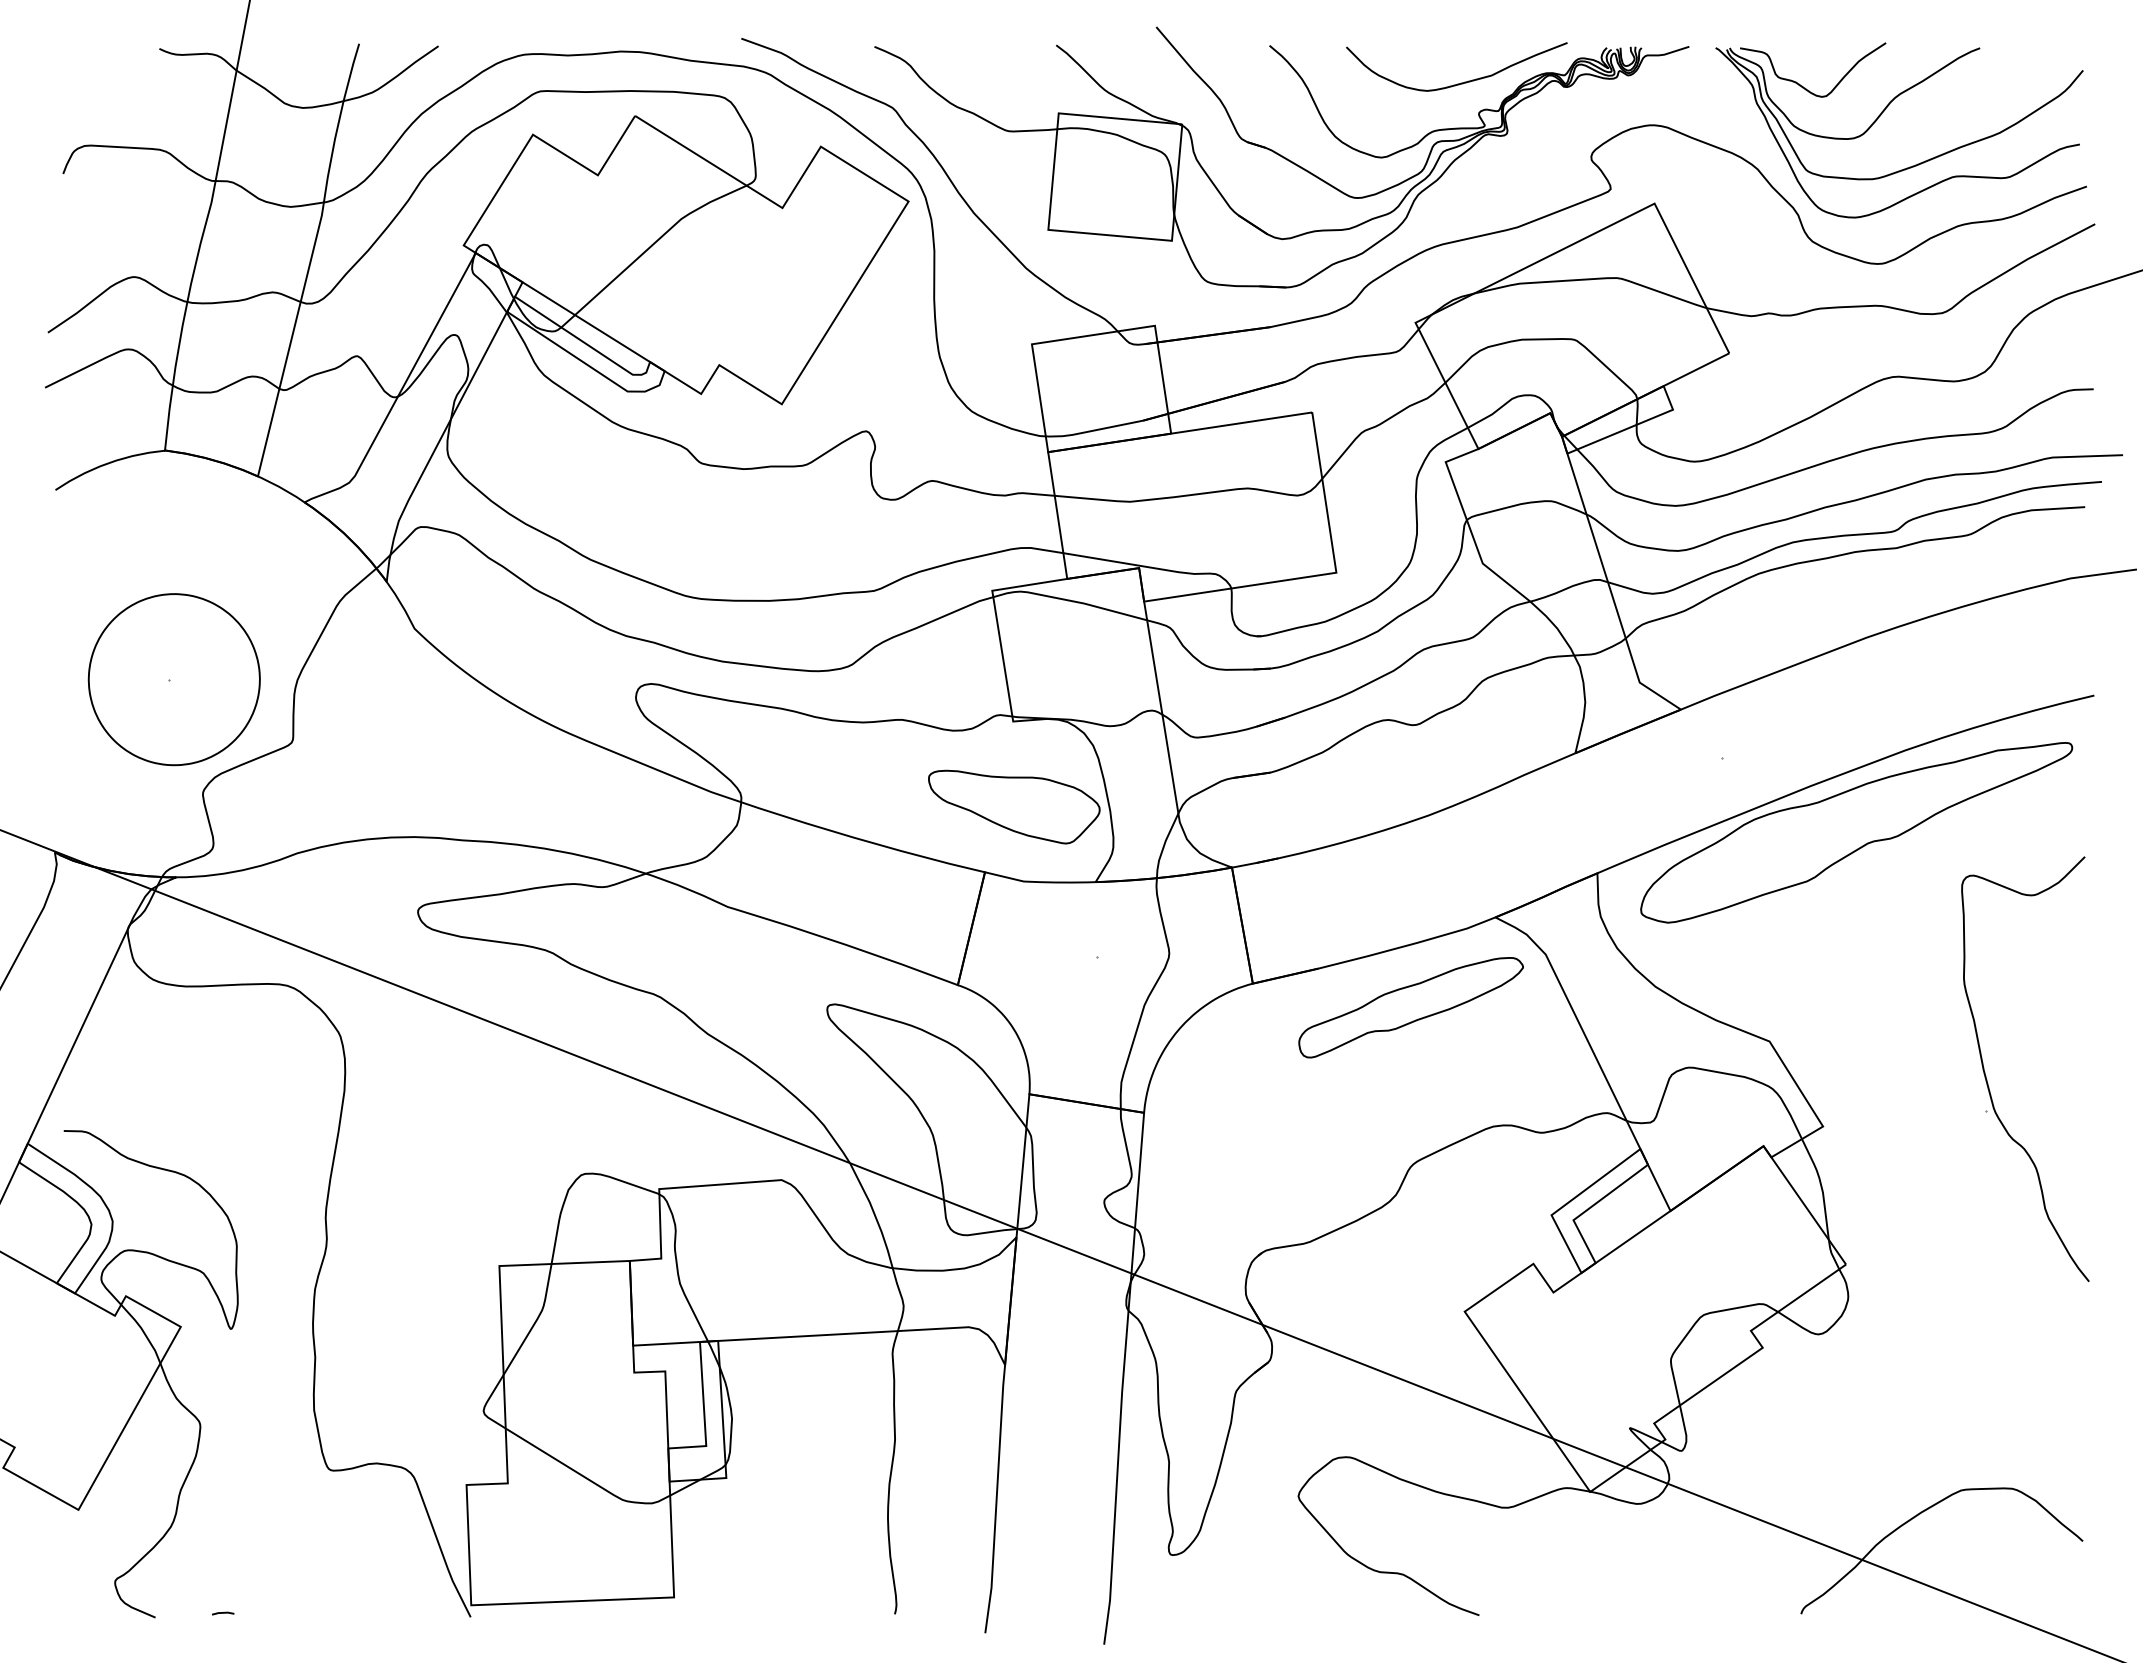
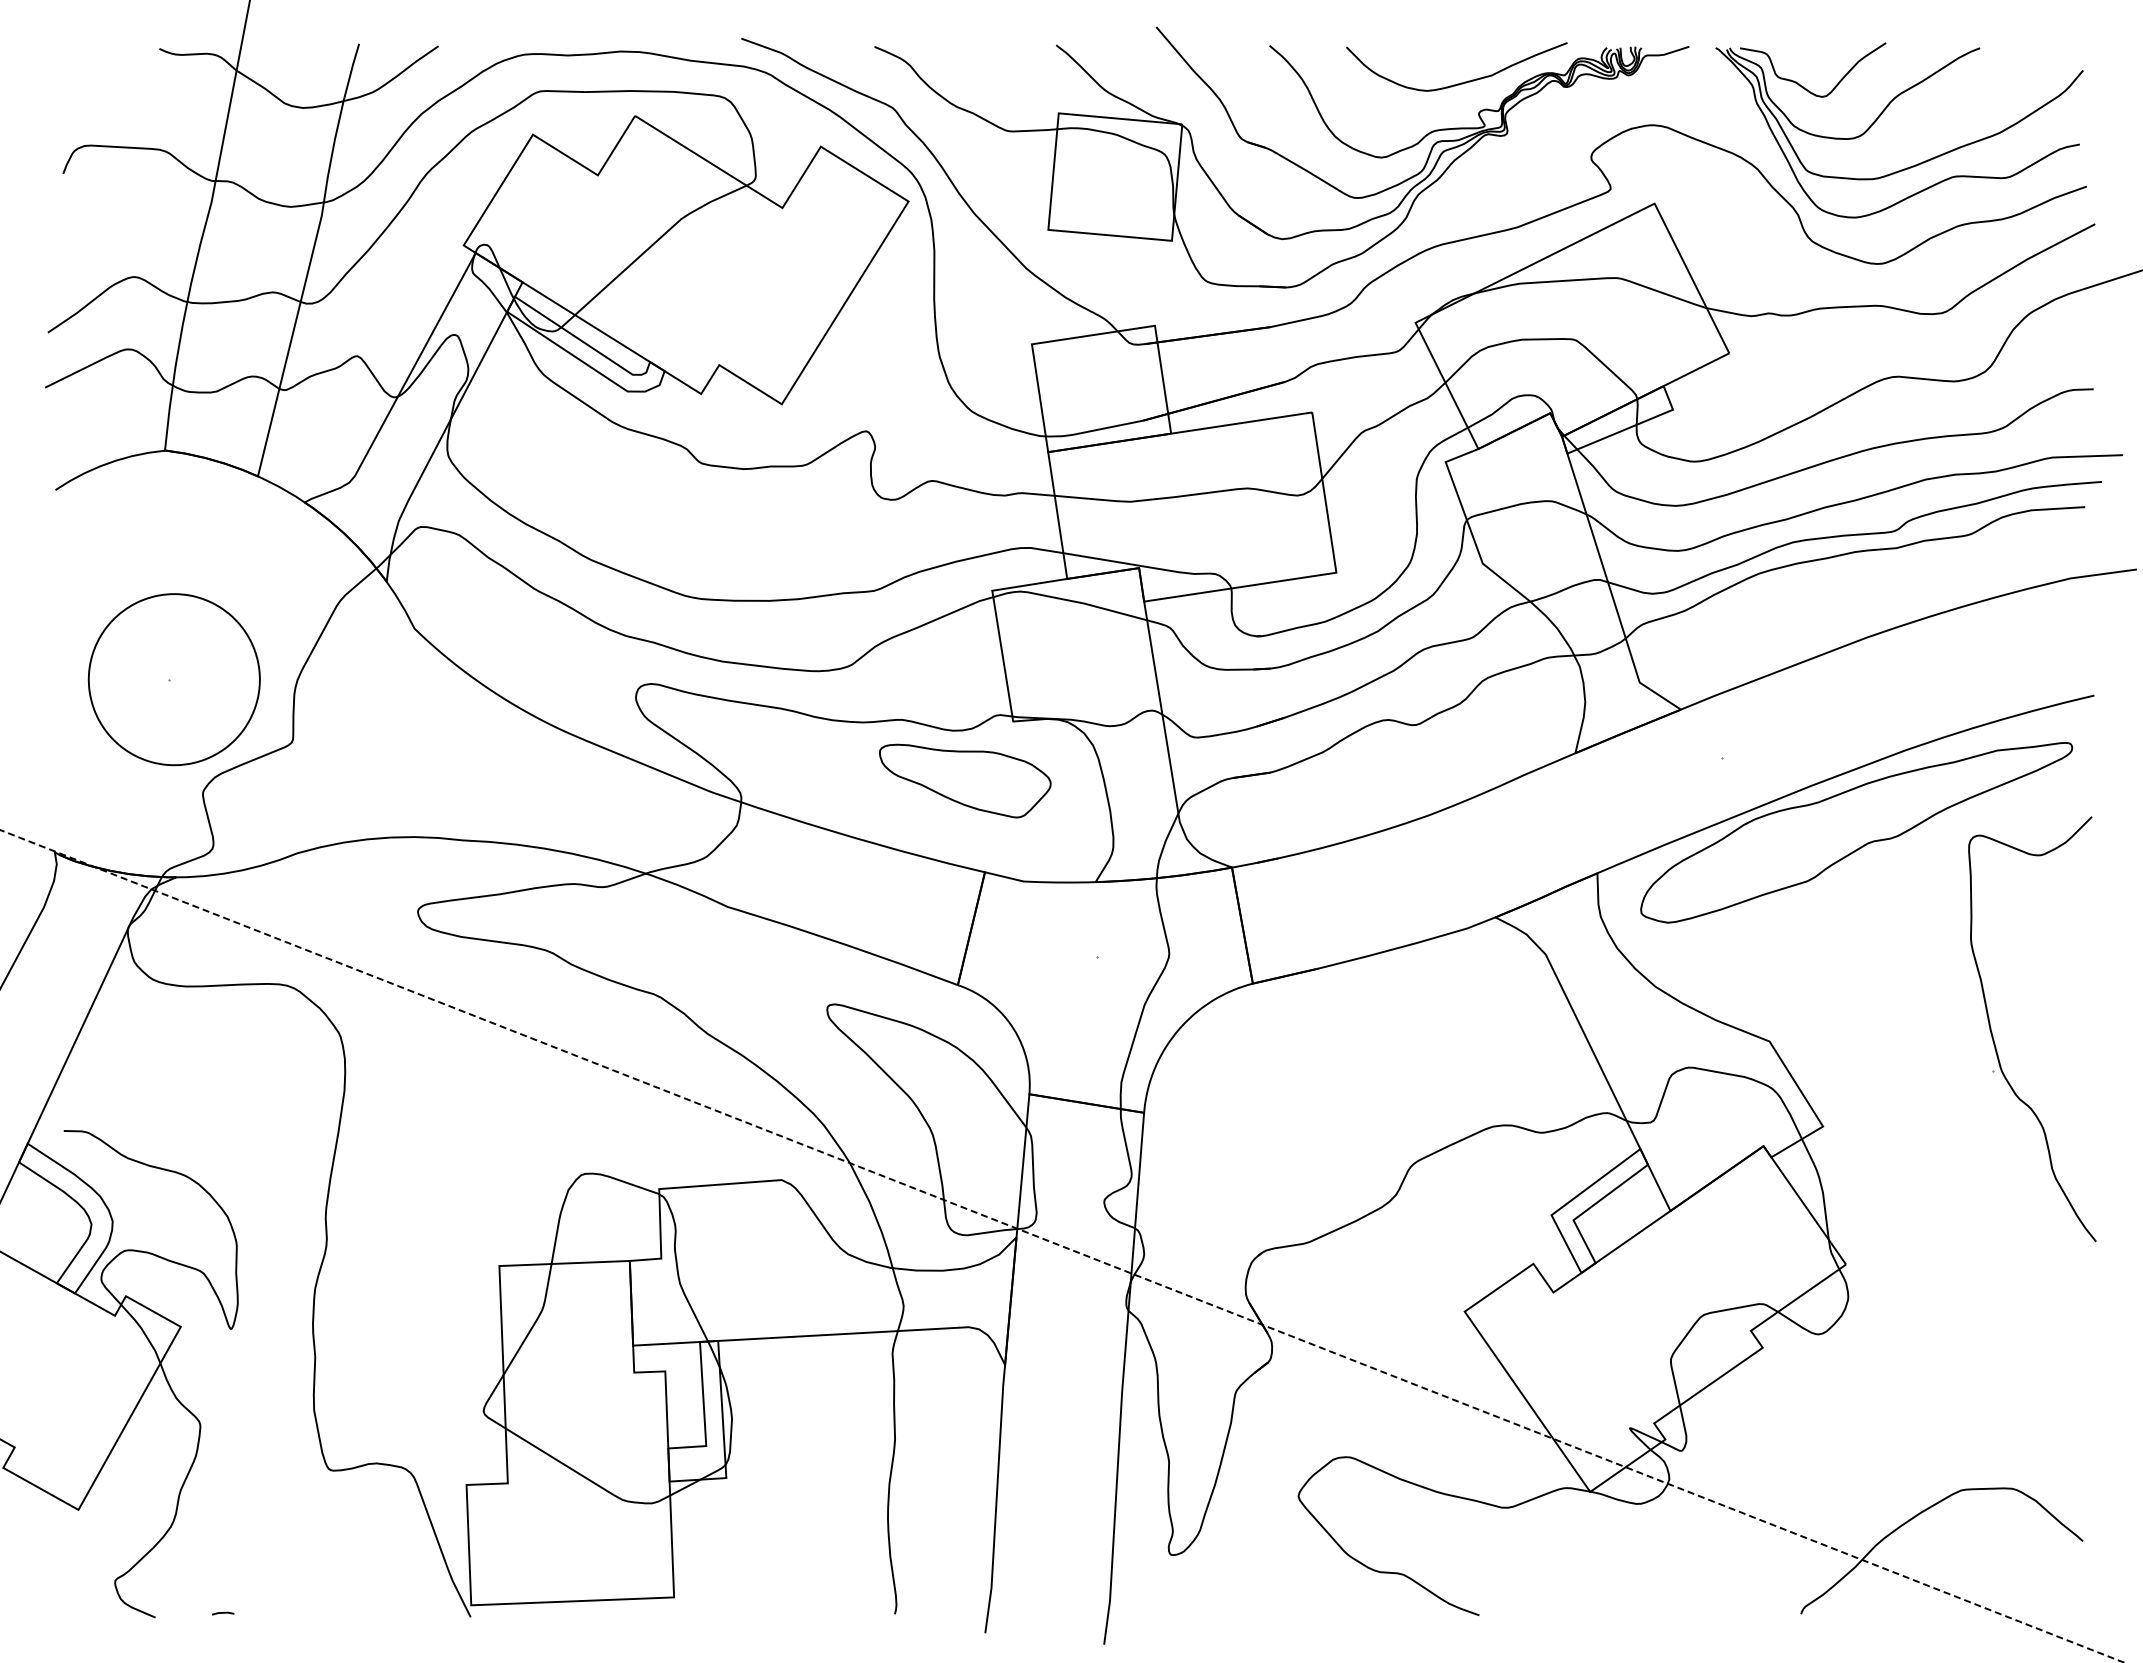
part at (1014, 806) position: (1014, 806) -> (965, 780)
part at (1410, 1007): present -> none
part at (1987, 1079) position: (1987, 1079) -> (1994, 1039)
line at (1063, 1246): solid -> dashed
